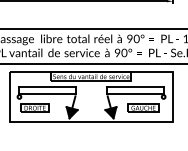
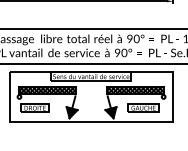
hatch at (47, 90): none -> present
hatch at (134, 90): none -> present
